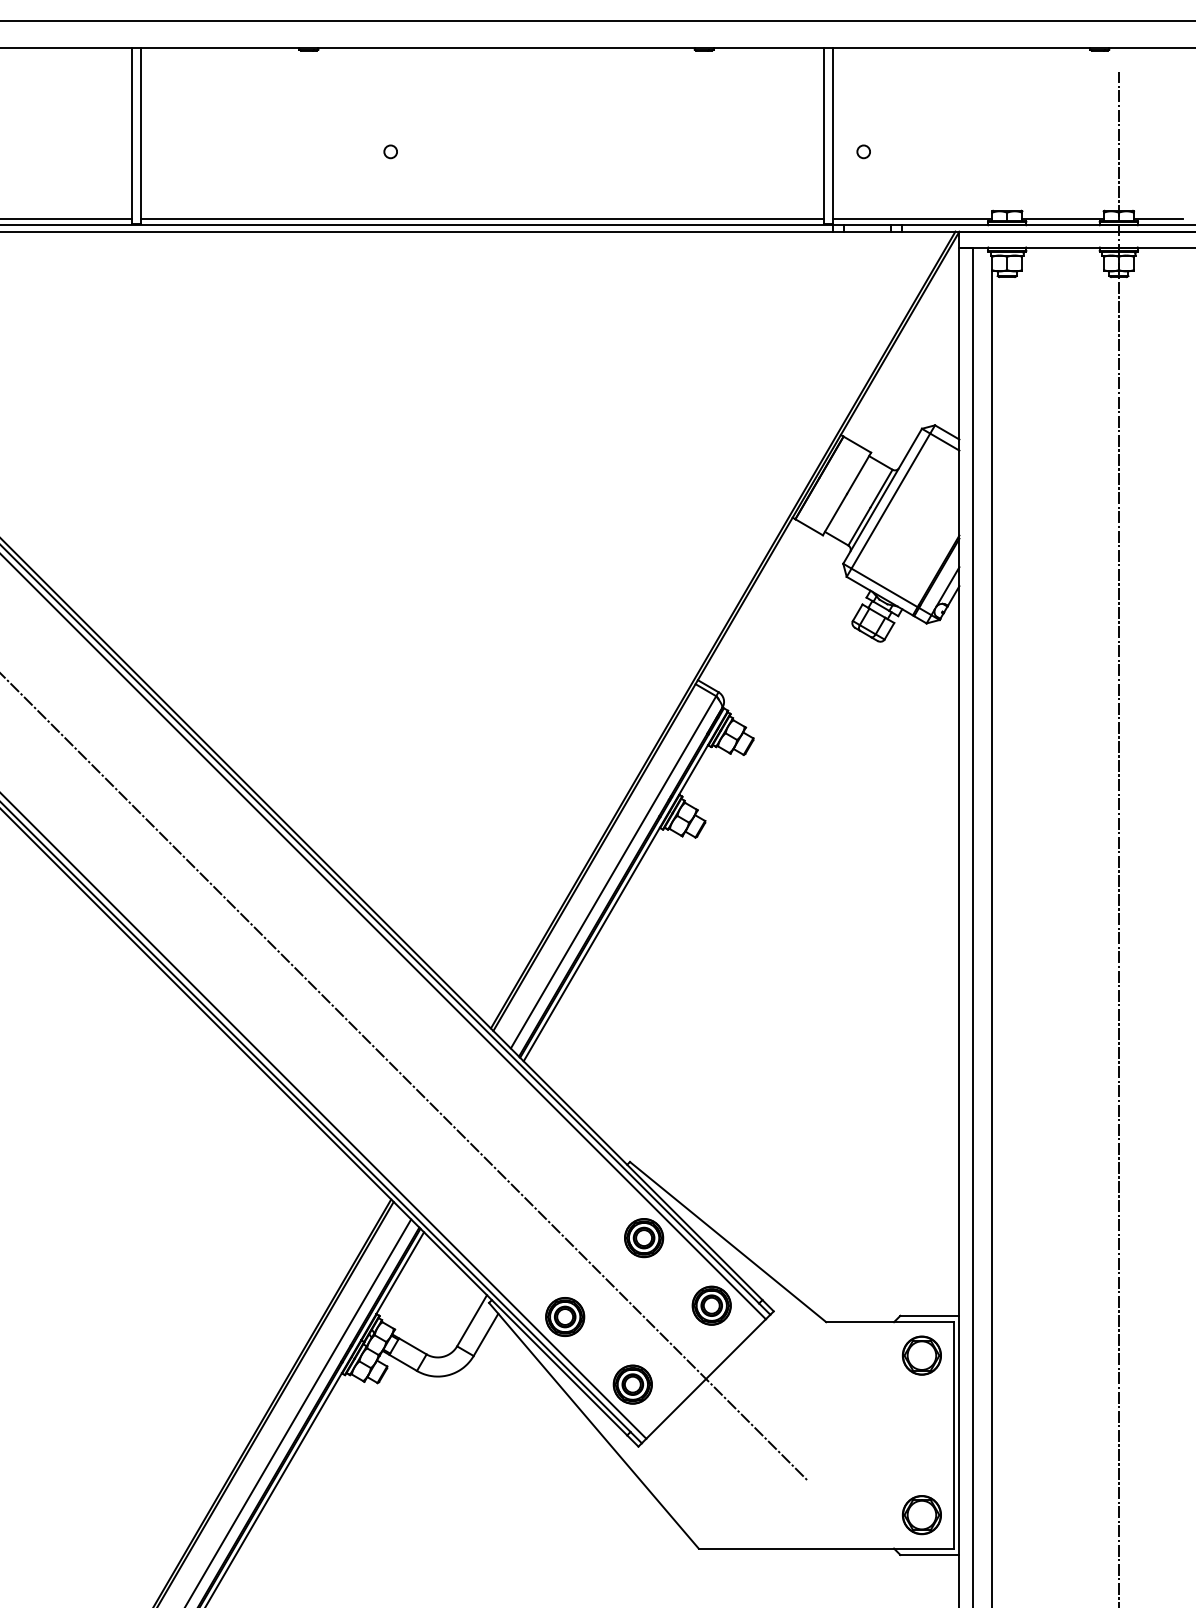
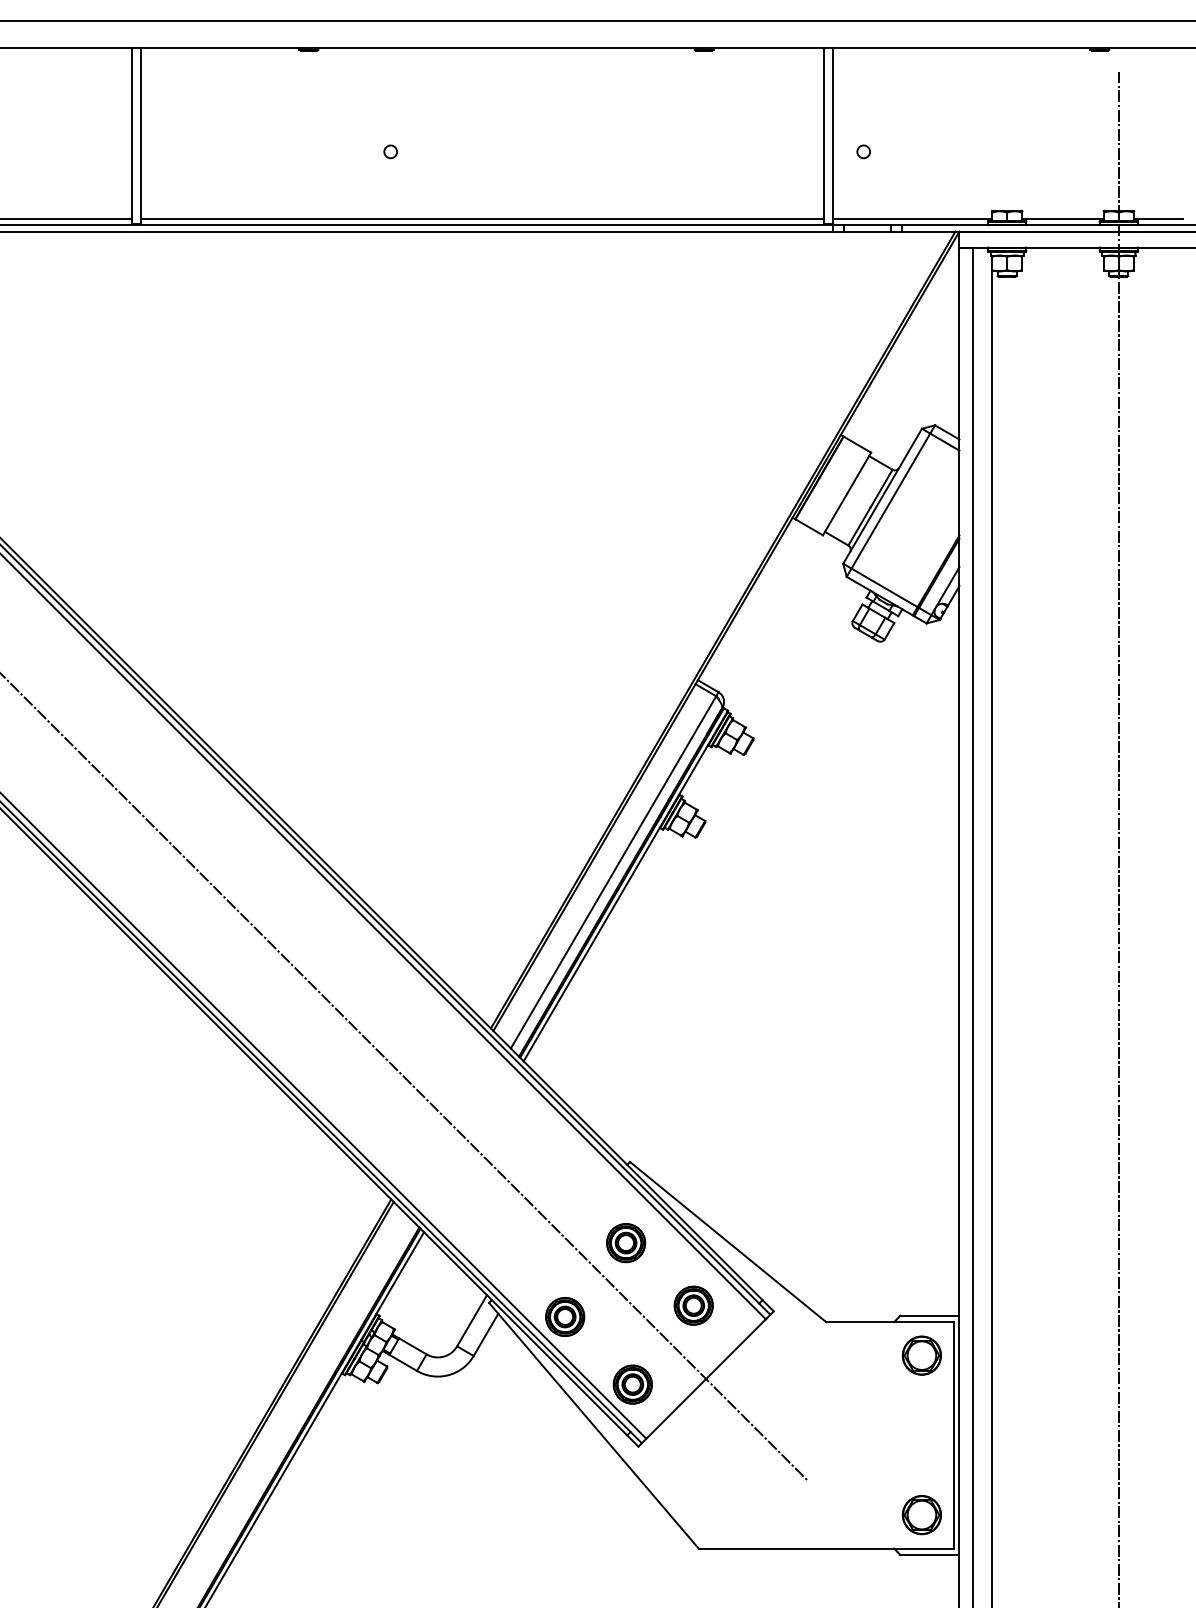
part at (644, 1238) position: (644, 1238) -> (626, 1243)
part at (711, 1305) position: (711, 1305) -> (693, 1305)
line at (298, 1411): present -> none
